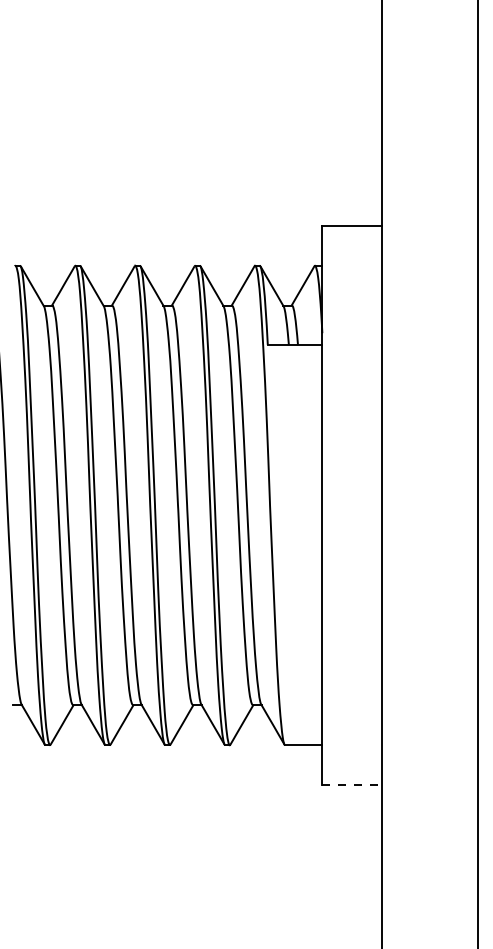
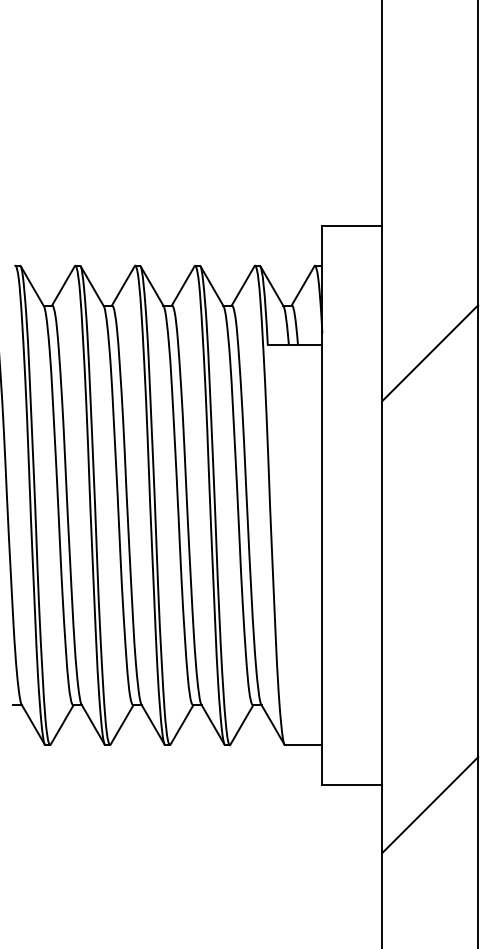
line at (430, 353): none -> present
line at (352, 785): dashed -> solid
line at (430, 805): none -> present
